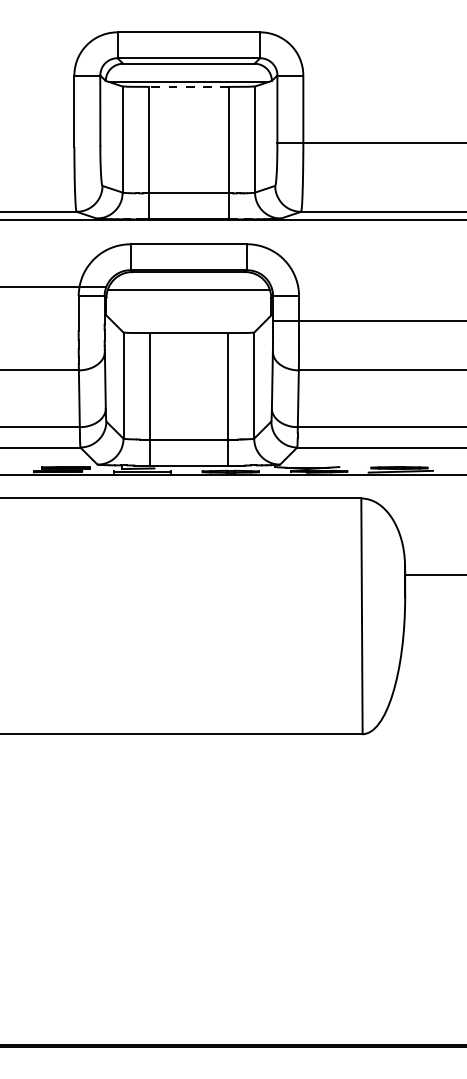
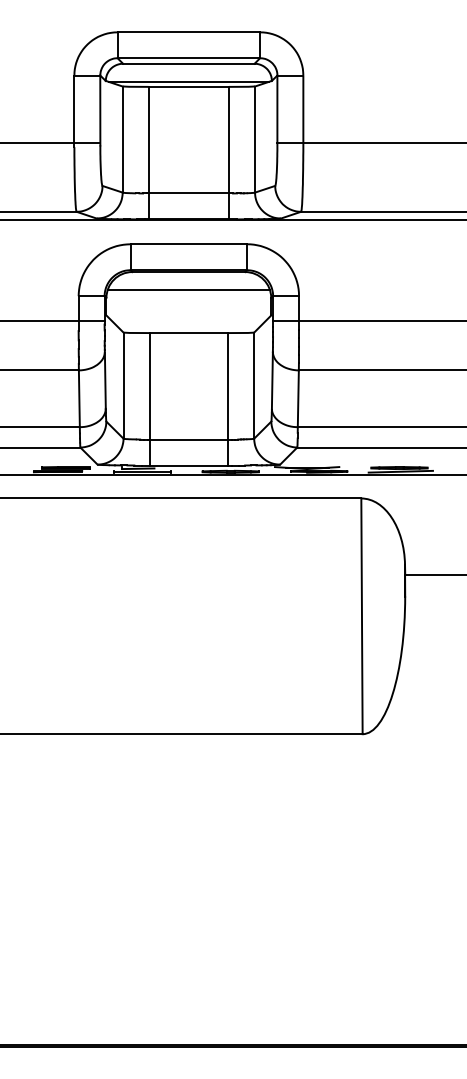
line at (188, 86): dashed -> solid
line at (51, 142): none -> present
line at (53, 287) position: (53, 287) -> (53, 321)
